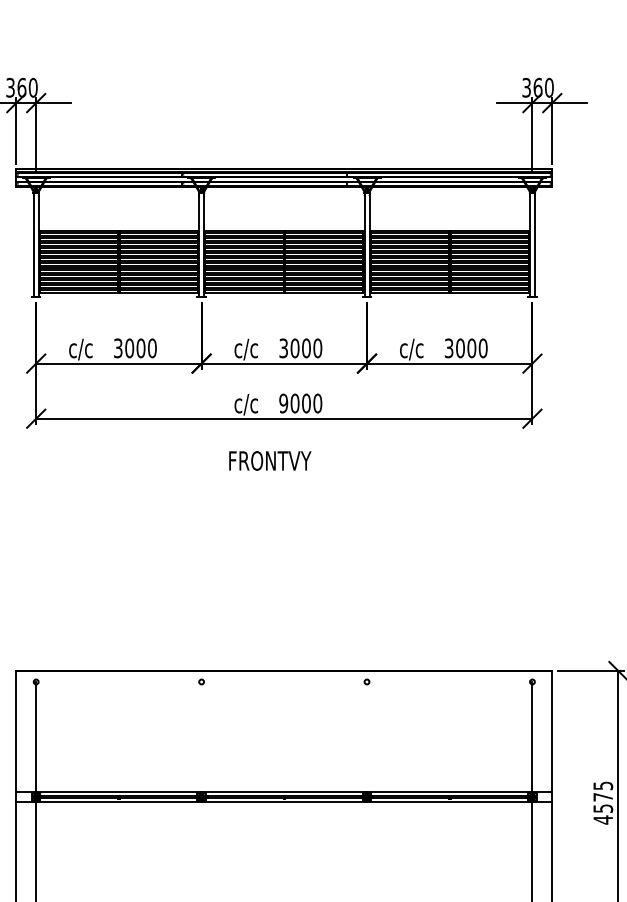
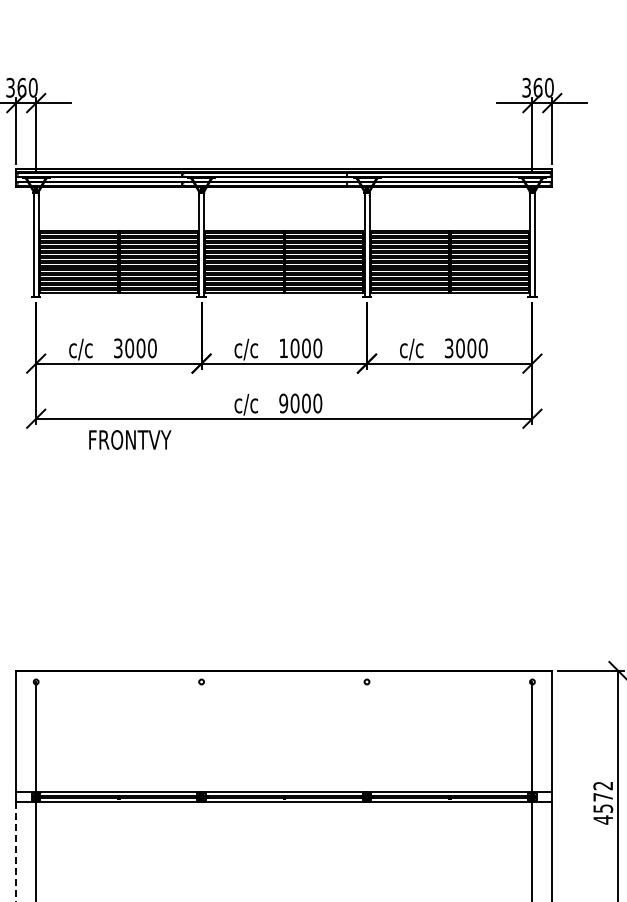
text at (283, 348): 3000 -> 1000
text at (270, 460) position: (270, 460) -> (130, 439)
text at (603, 785): 4575 -> 4572
line at (16, 851): solid -> dashed
